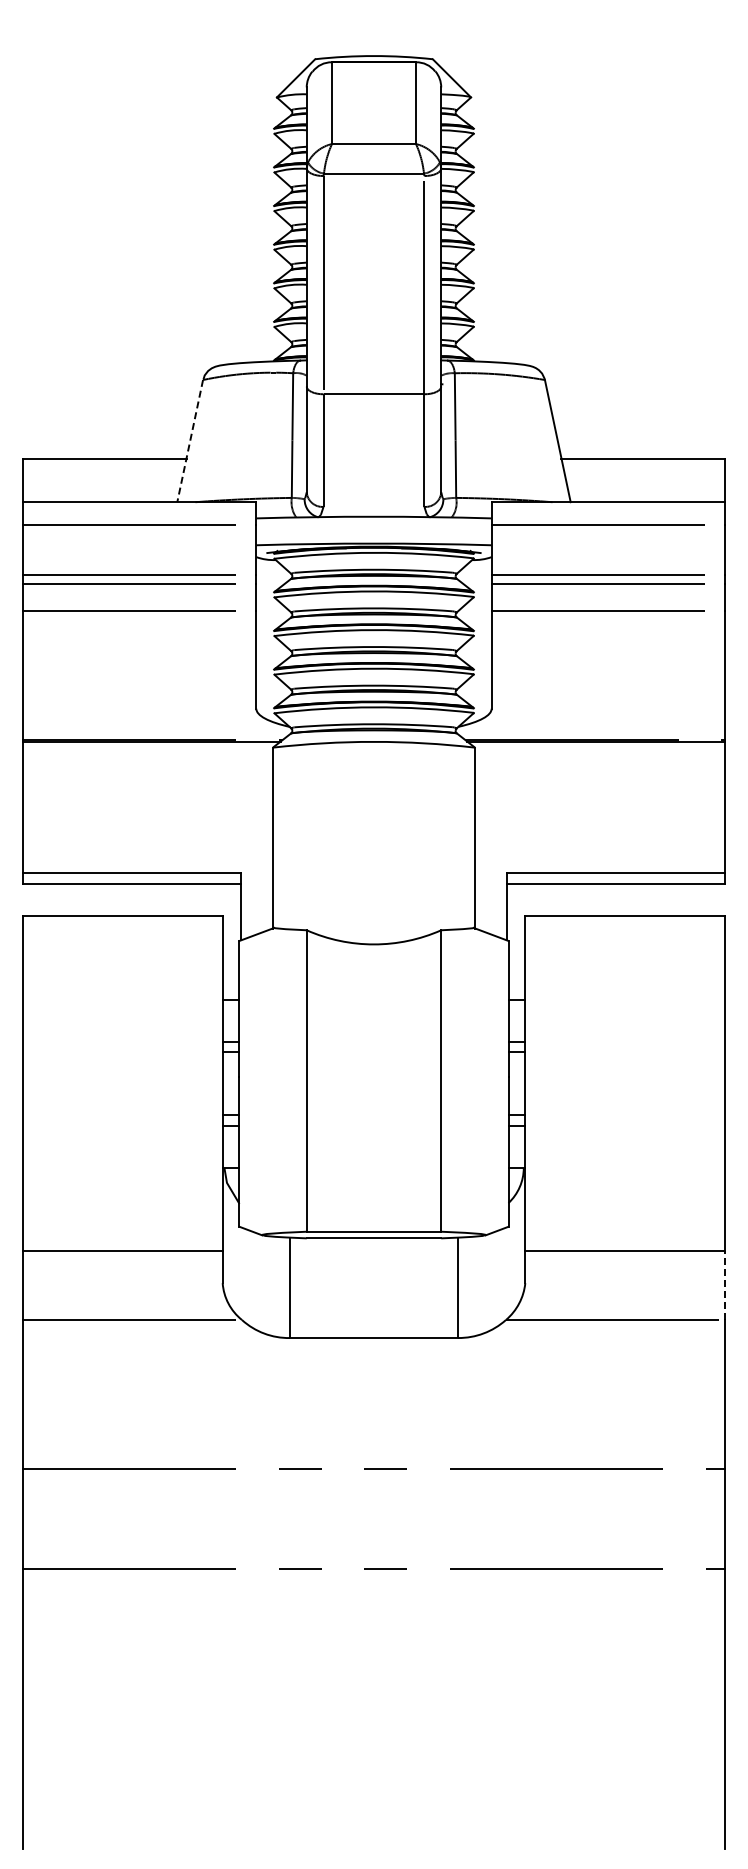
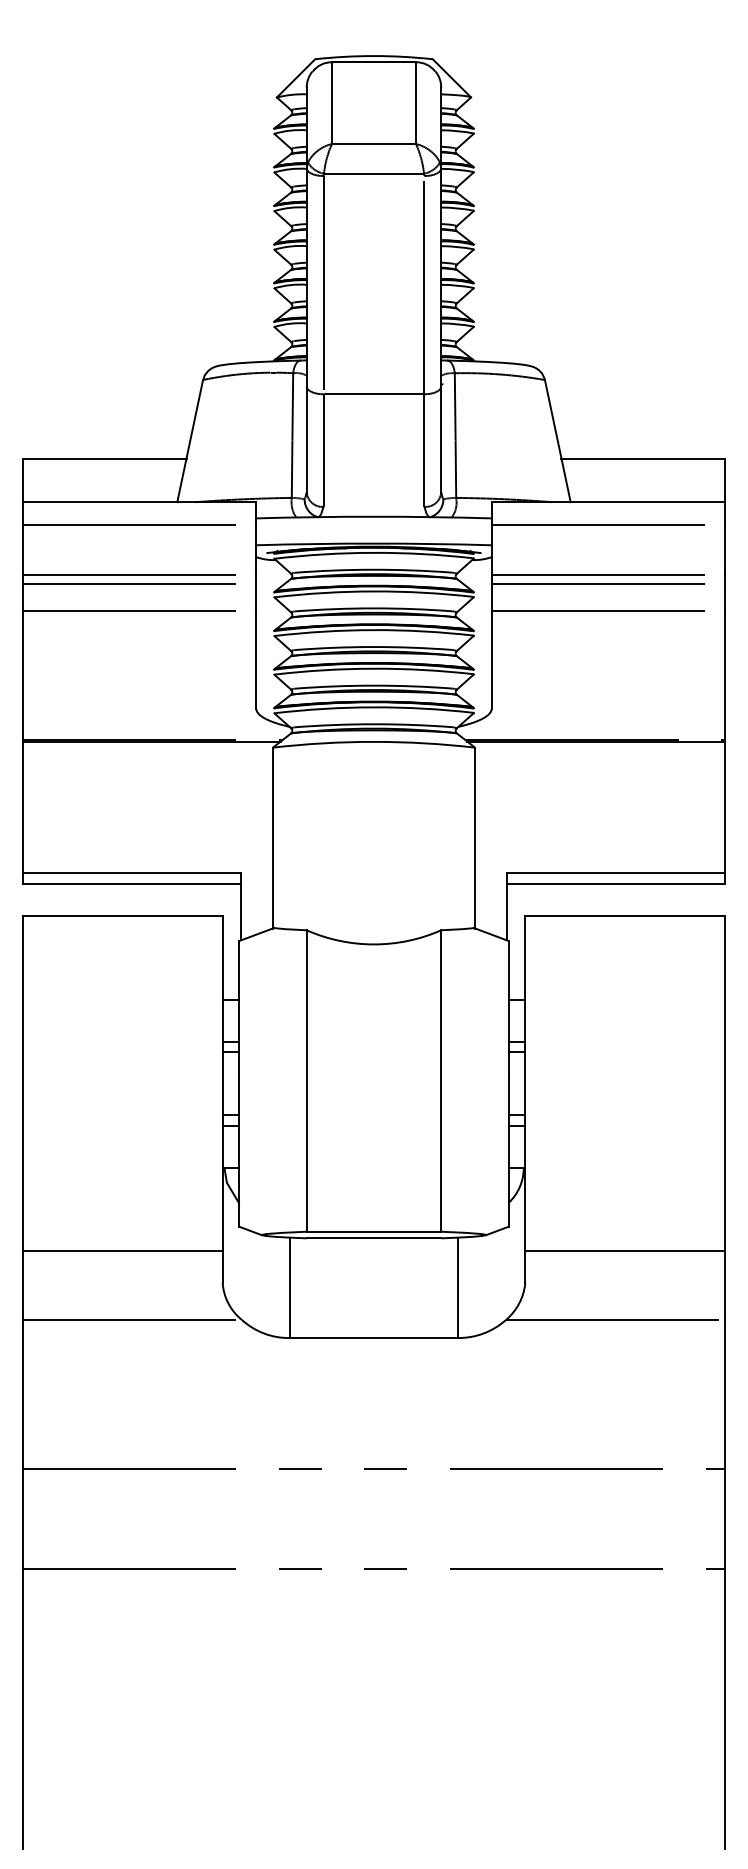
line at (190, 441): dashed -> solid
line at (725, 1285): dashed -> solid
